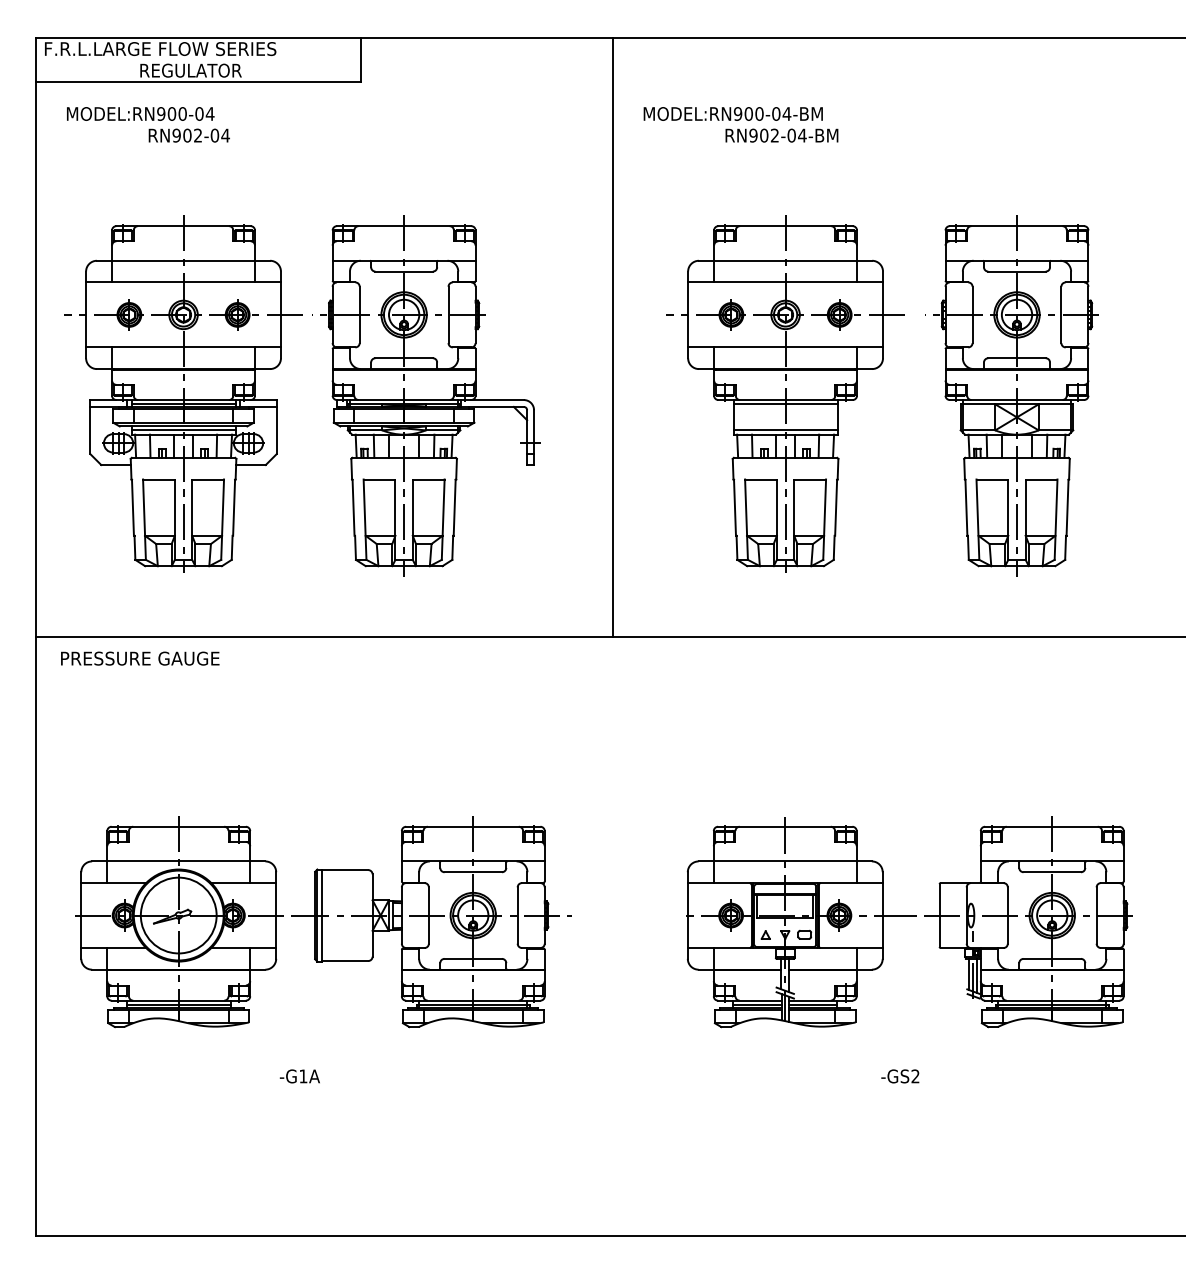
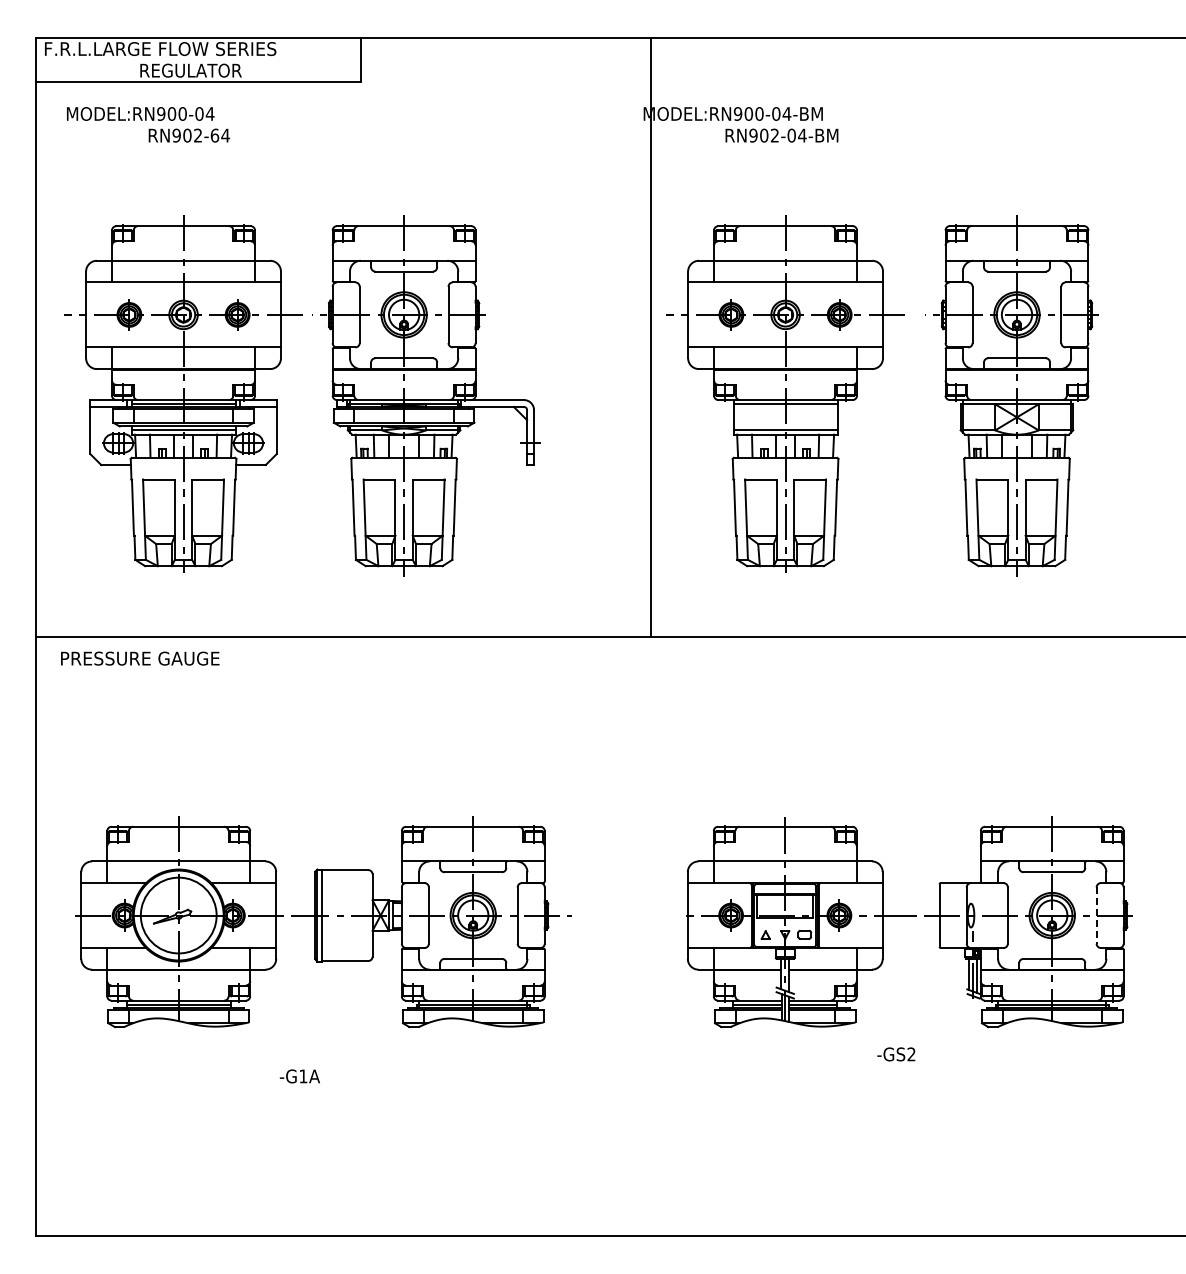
text at (215, 135): RN902-04 -> RN902-64
line at (612, 337) position: (612, 337) -> (650, 337)
line at (1096, 916): solid -> dashed
text at (900, 1076) position: (900, 1076) -> (896, 1054)
